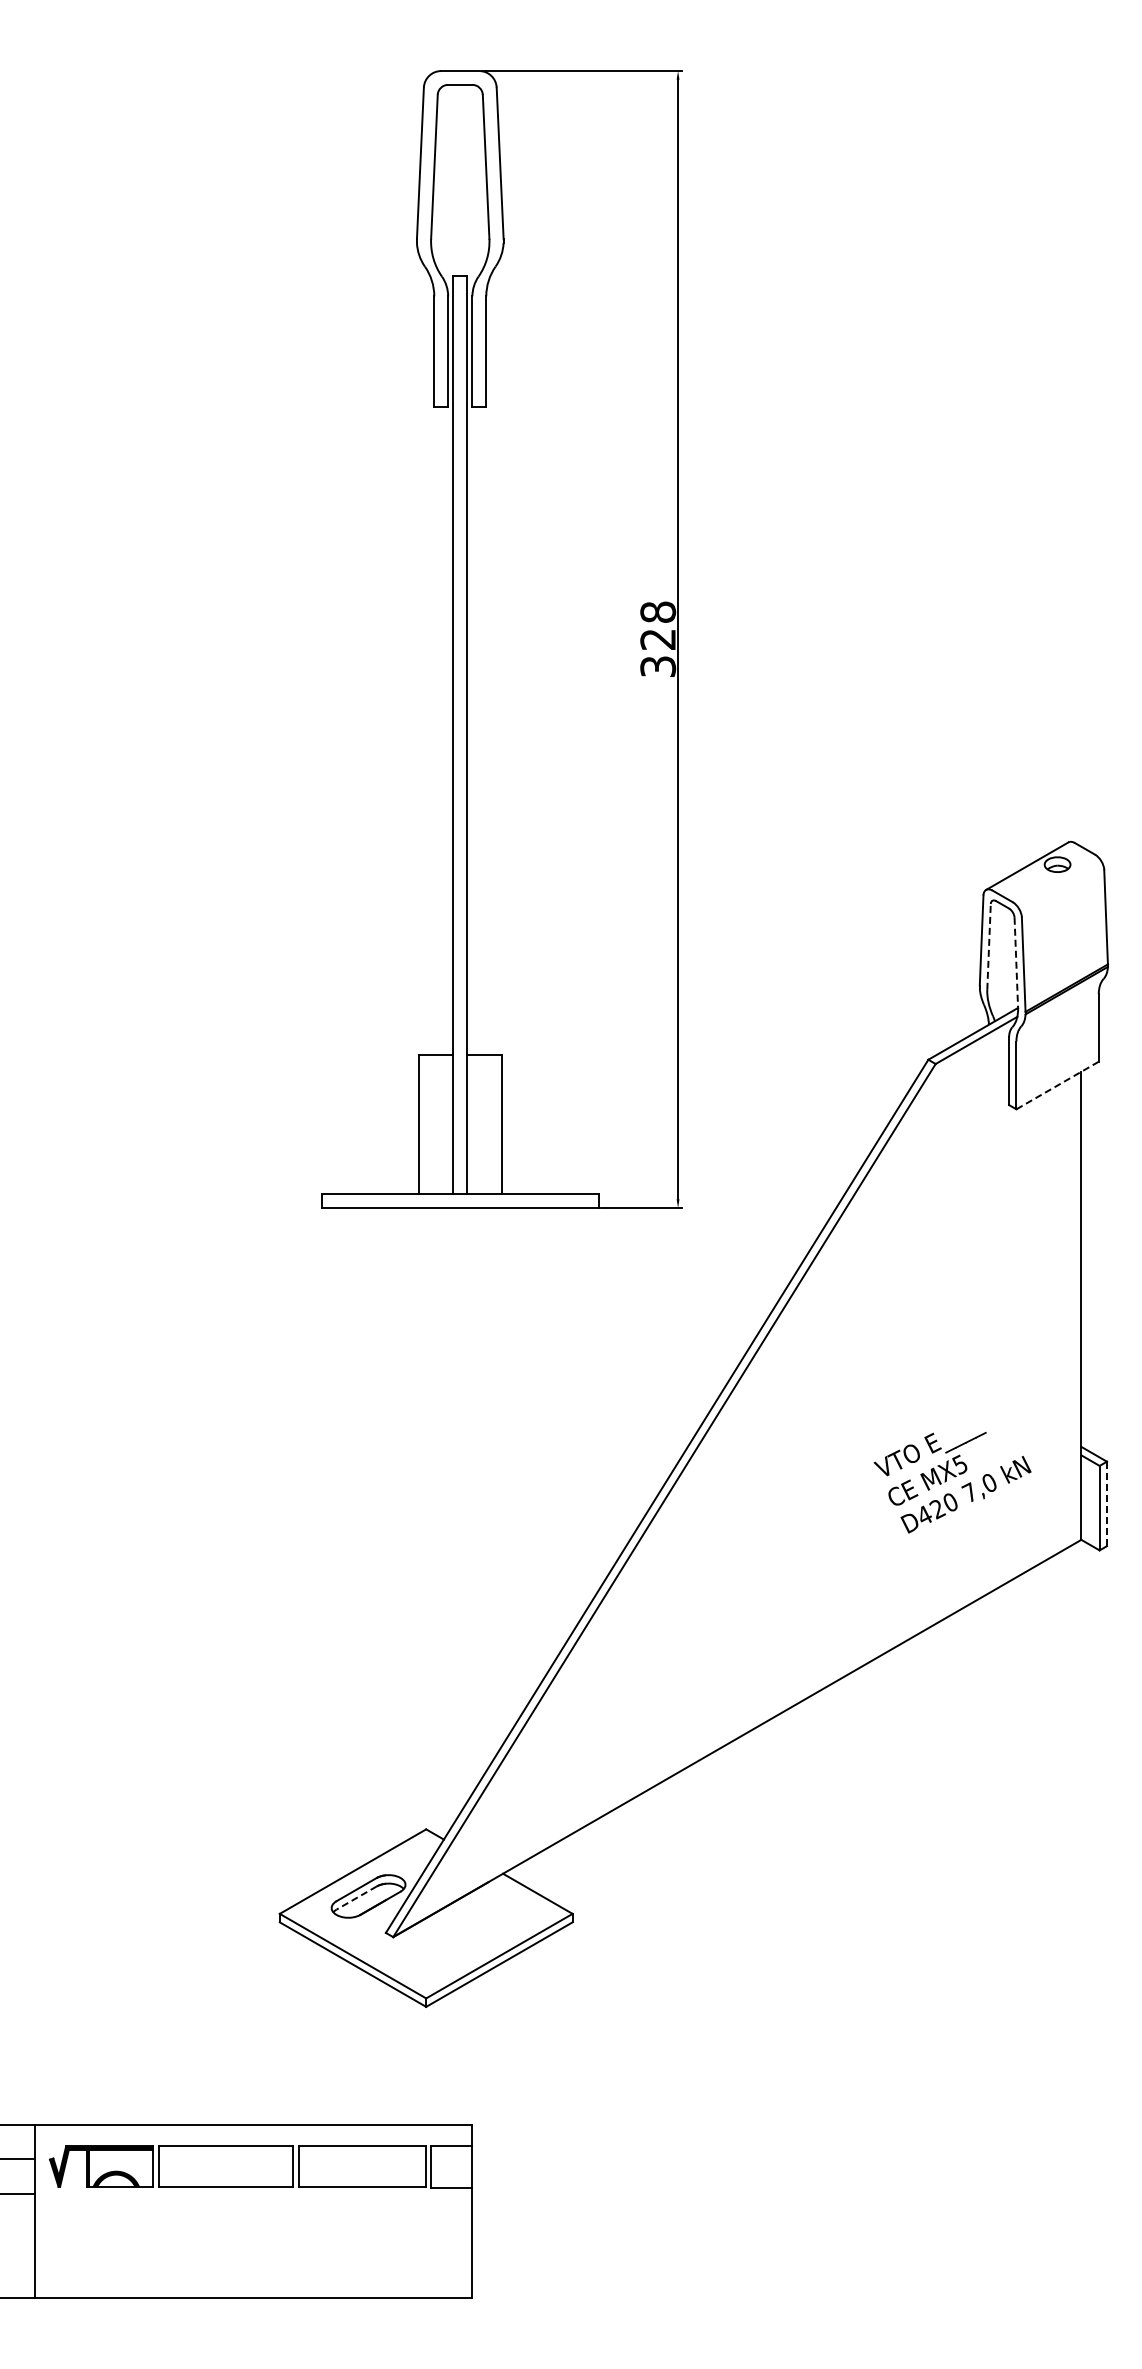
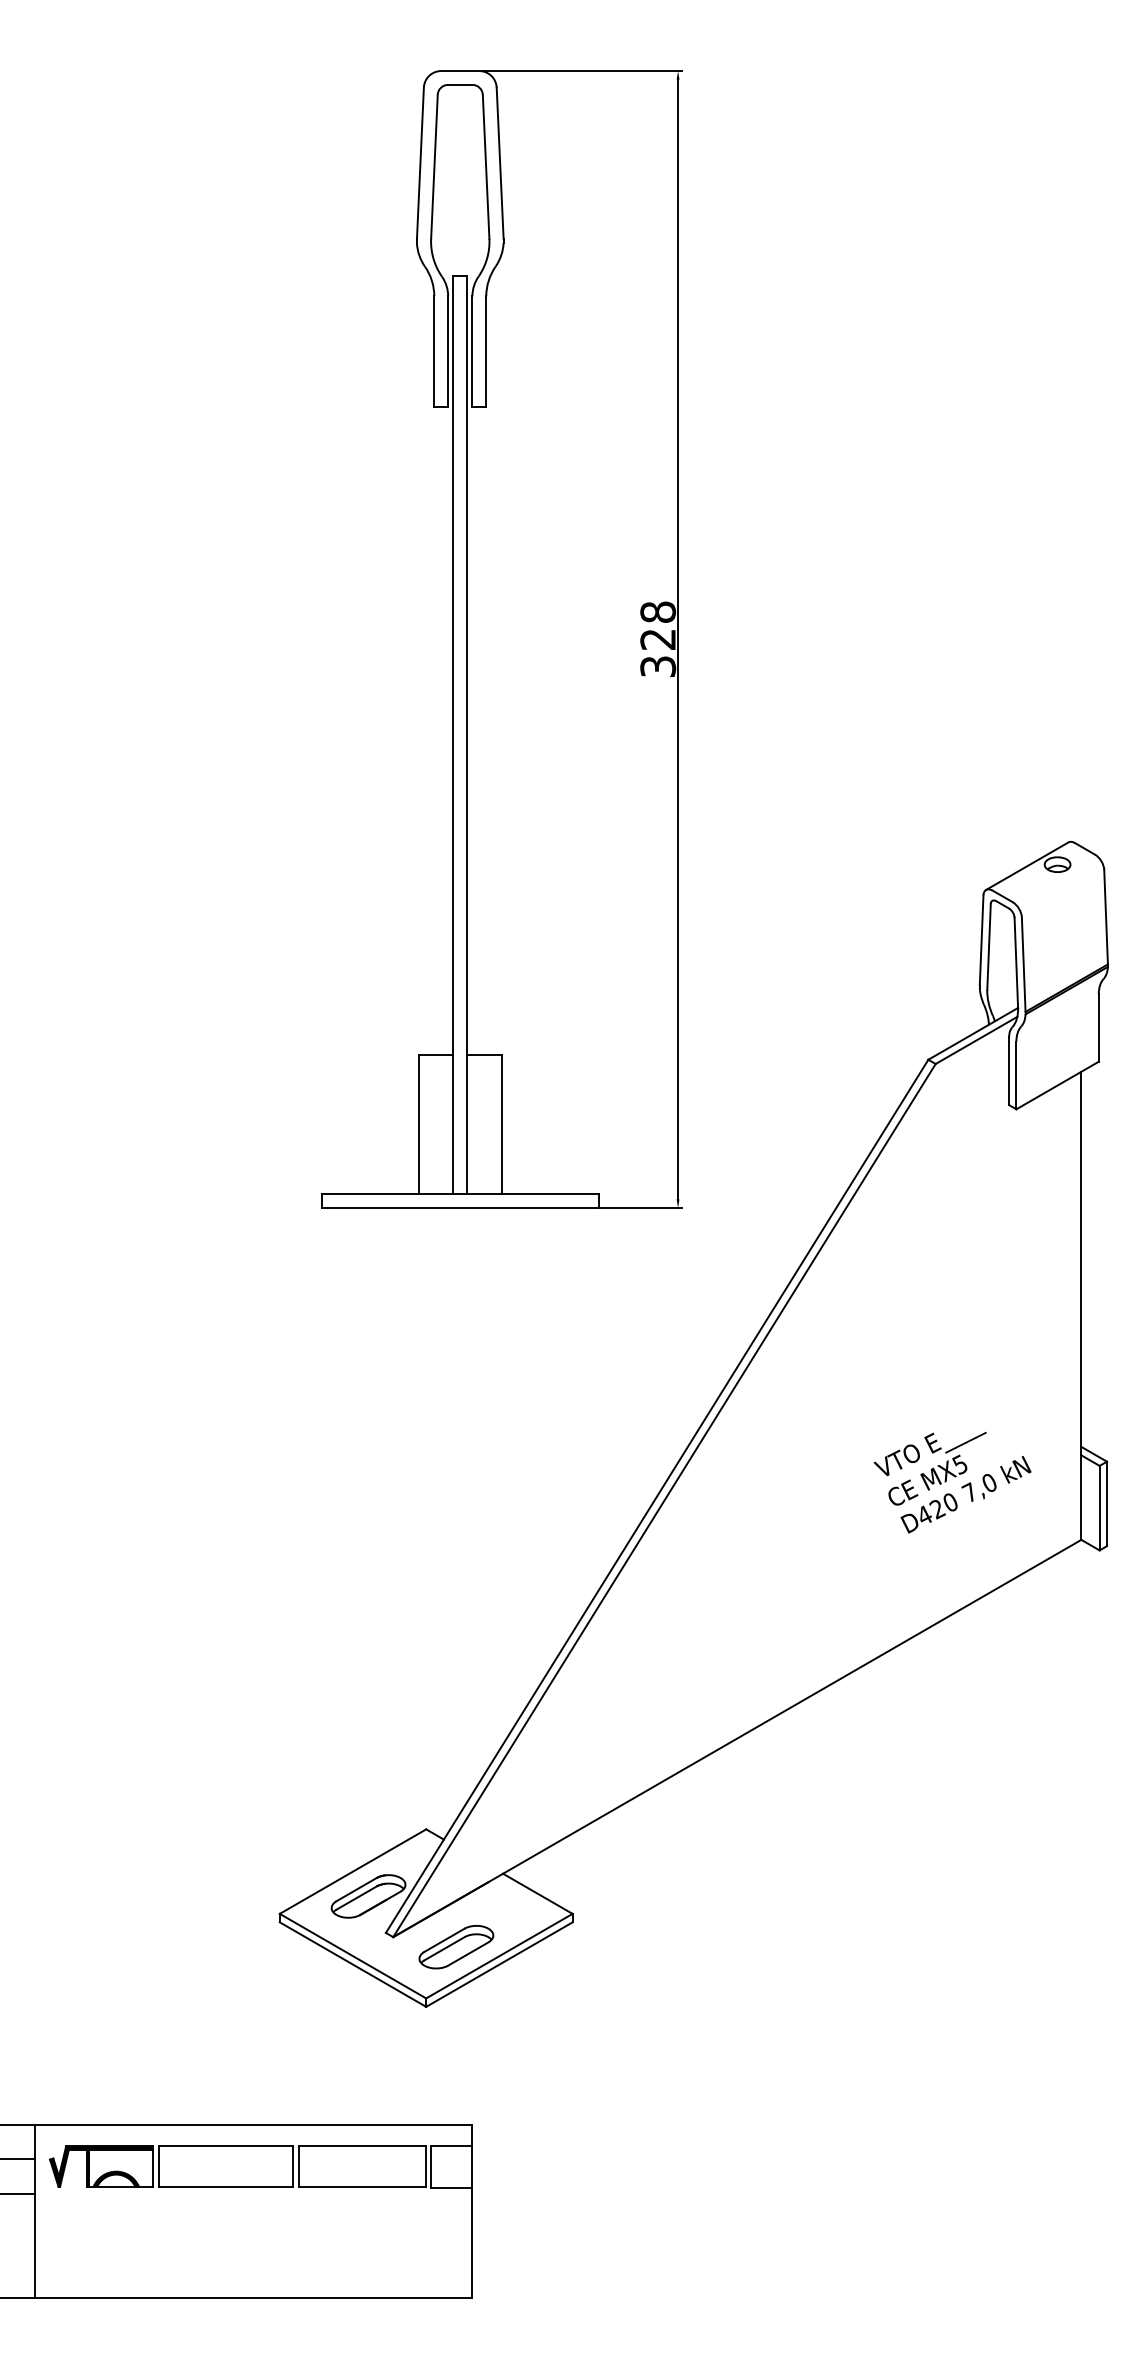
line at (989, 946): dashed -> solid
line at (1016, 962): dashed -> solid
line at (1057, 1085): dashed -> solid
line at (1106, 1504): dashed -> solid
line at (356, 1898): dashed -> solid
part at (456, 1947): none -> present
